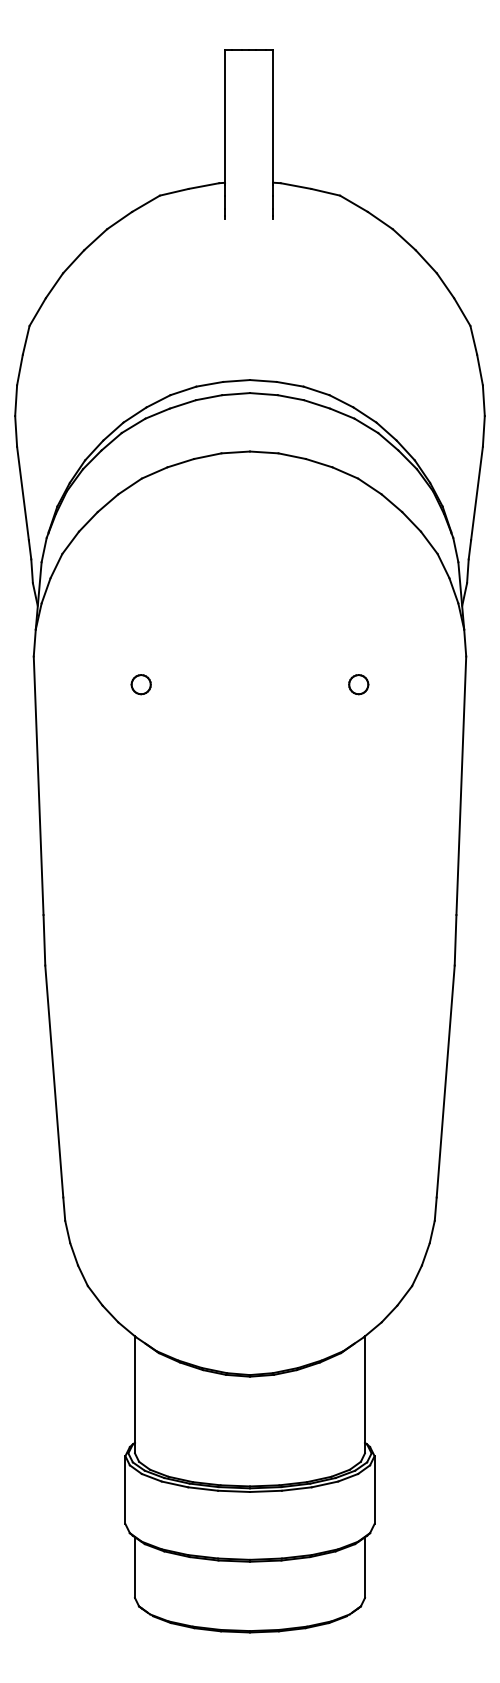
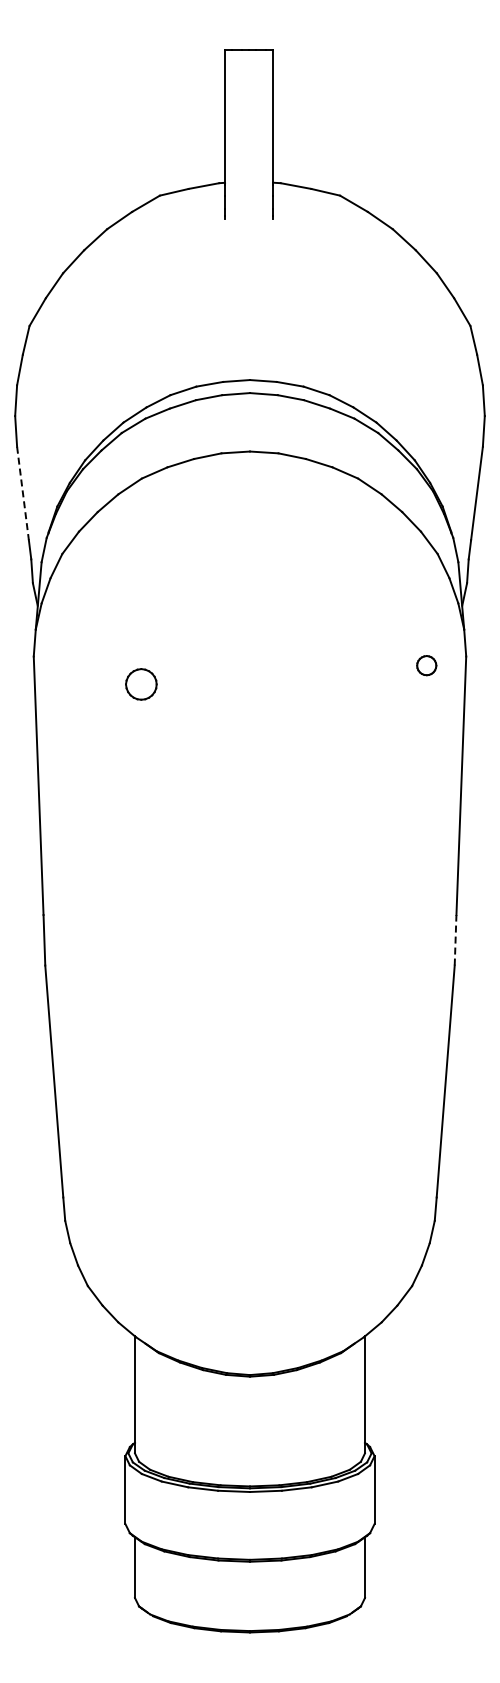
line at (23, 493): solid -> dashed
part at (140, 684) size: 22x22 px -> 33x33 px
part at (358, 684) position: (358, 684) -> (426, 665)
line at (455, 939): solid -> dashed
